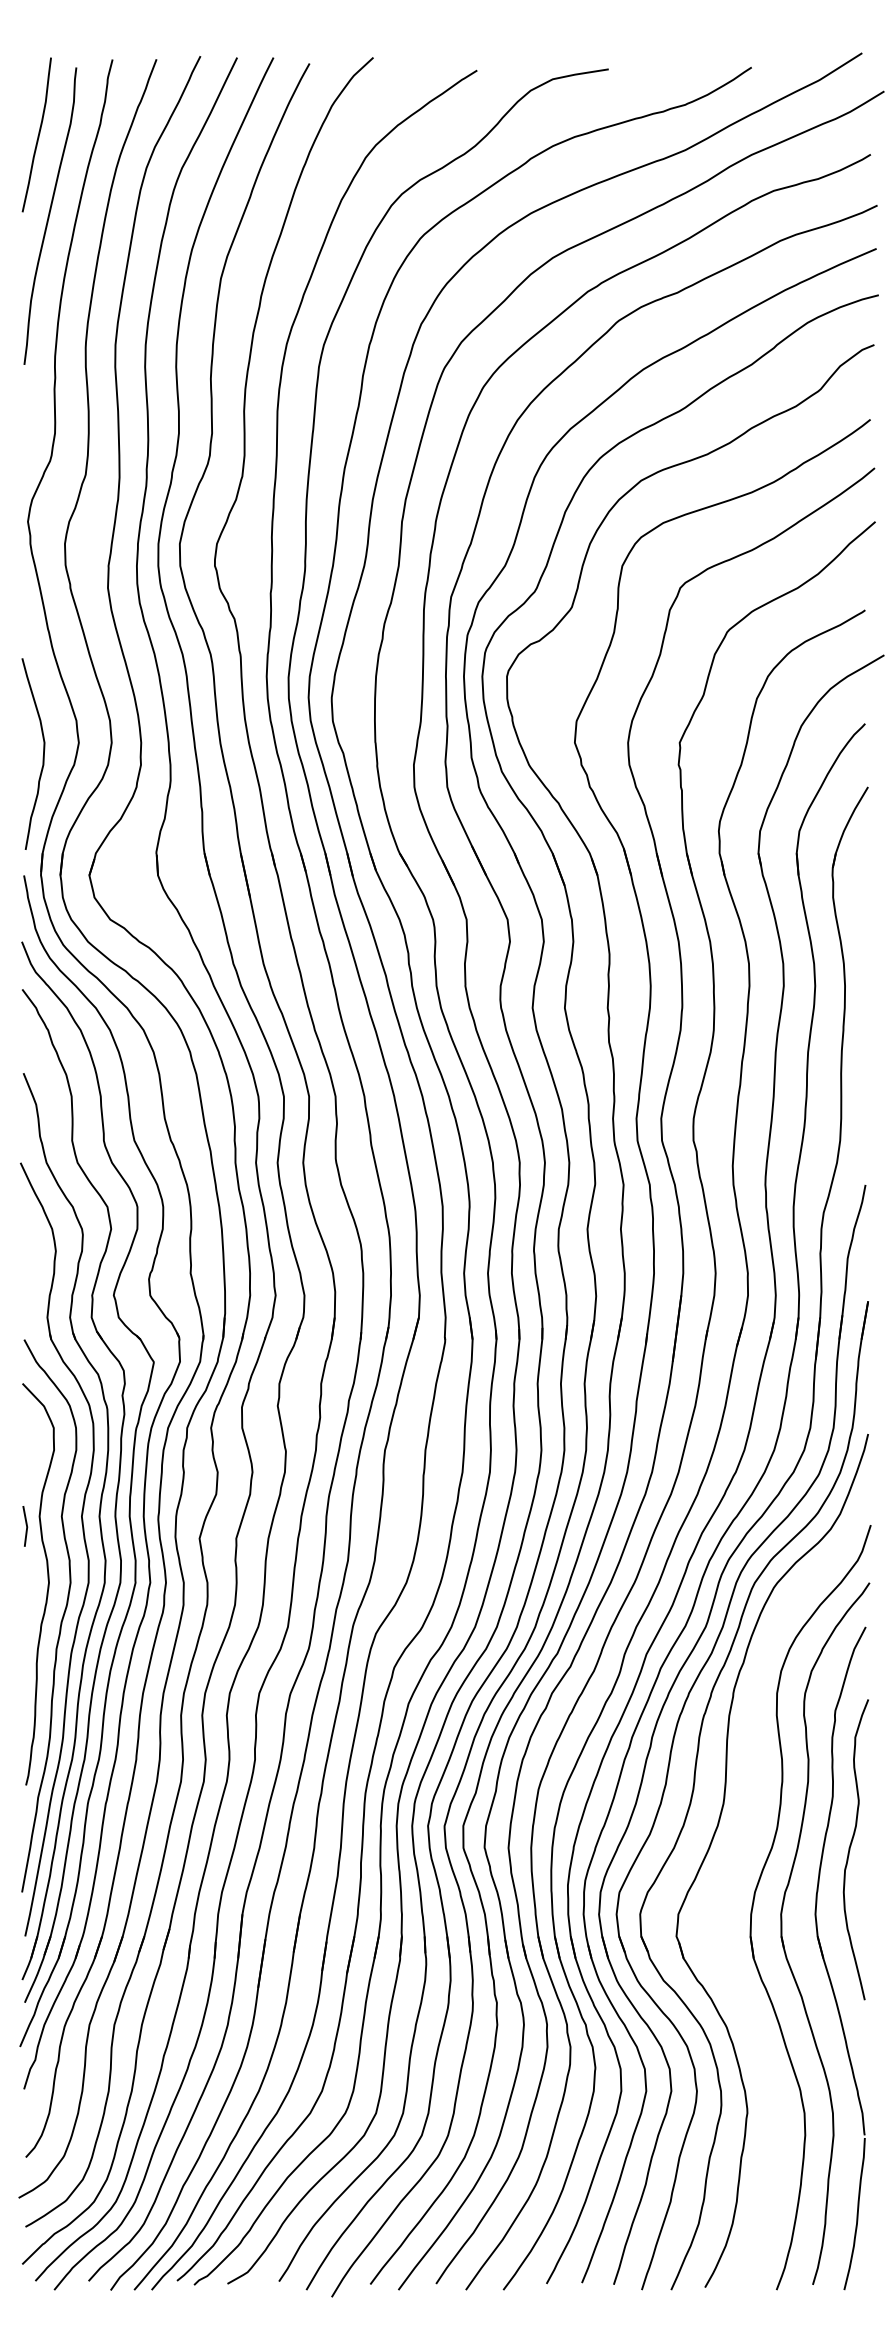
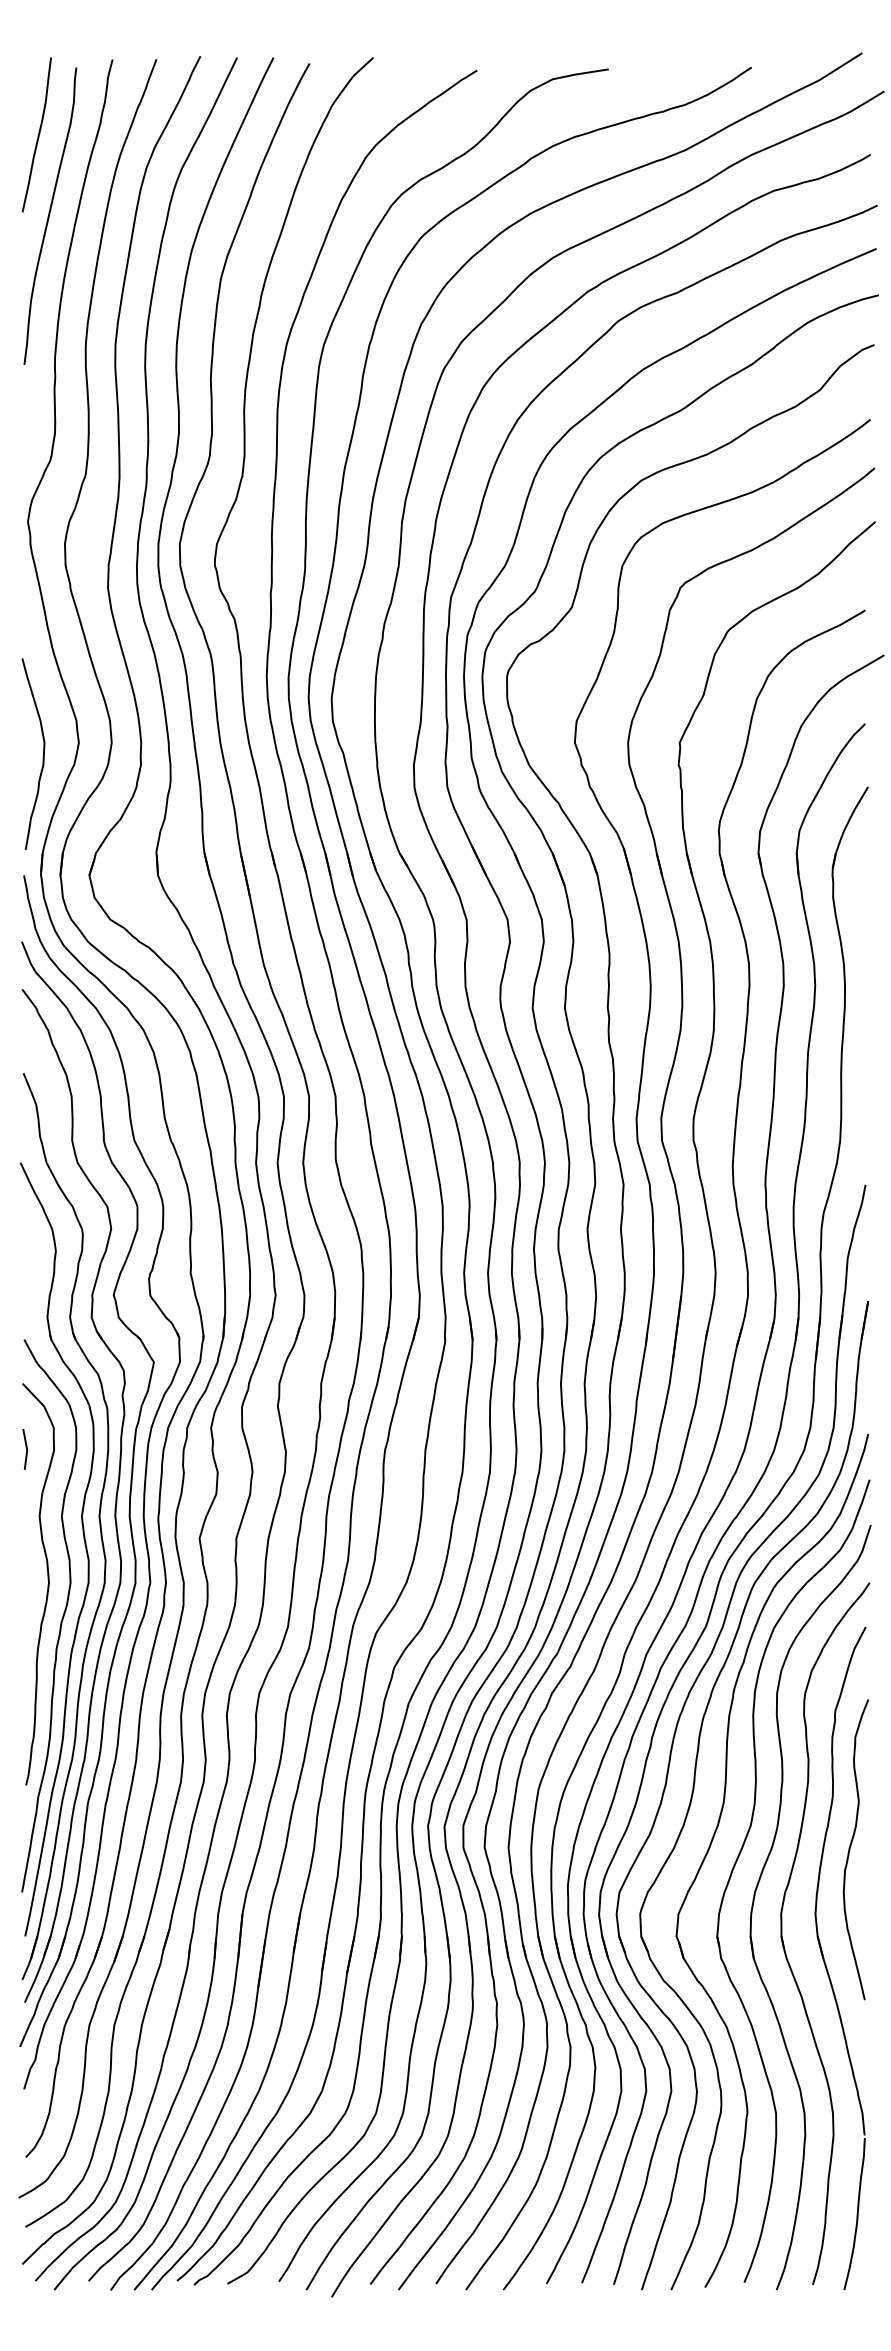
line at (26, 1526) position: (26, 1526) -> (26, 1449)
part at (738, 1859): none -> present
